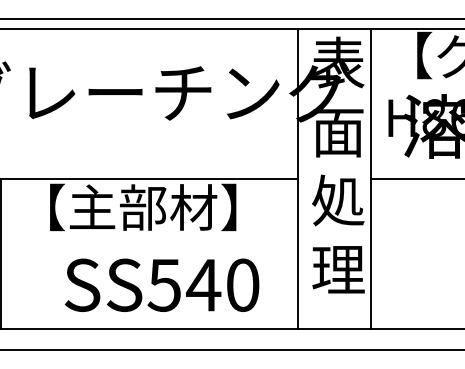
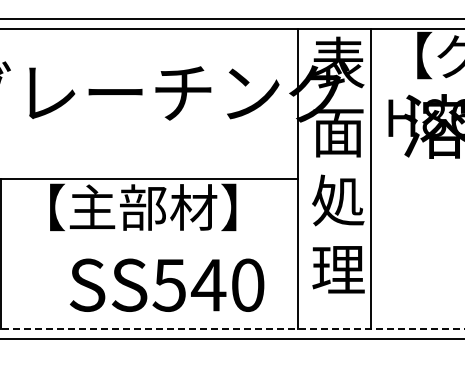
line at (415, 179): present -> none
text at (162, 284) position: (162, 284) -> (167, 284)
line at (232, 329): solid -> dashed
line at (231, 350) position: (231, 350) -> (231, 339)
